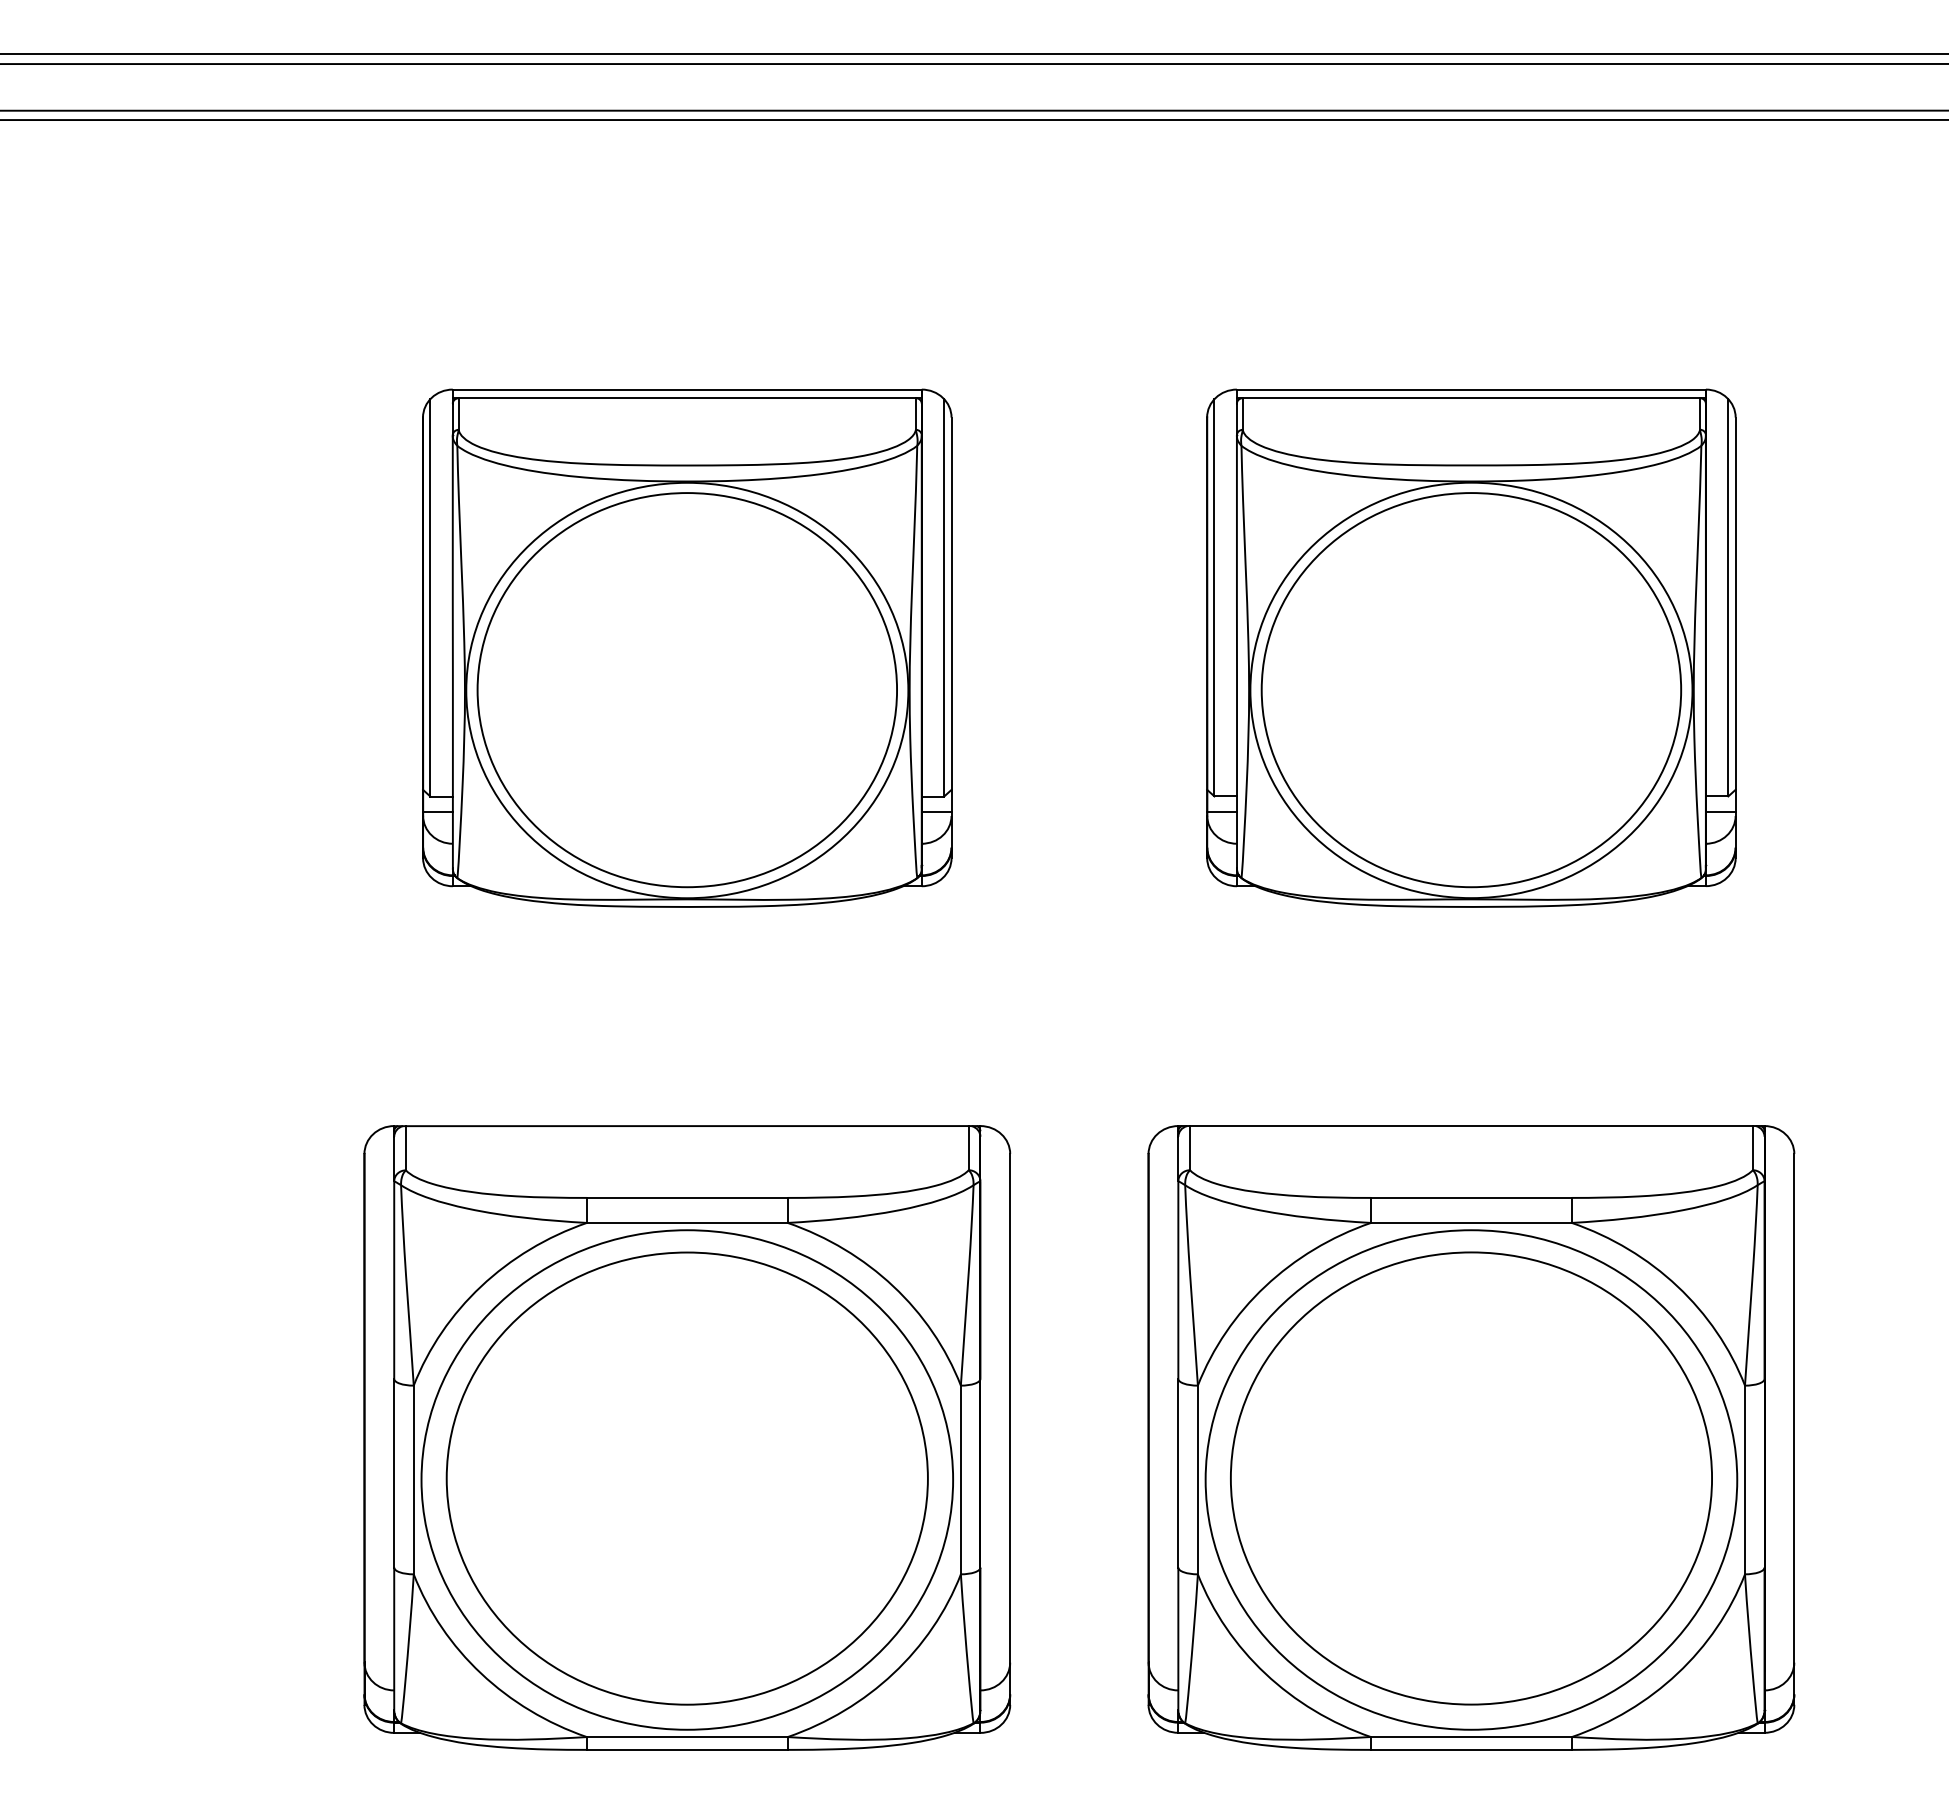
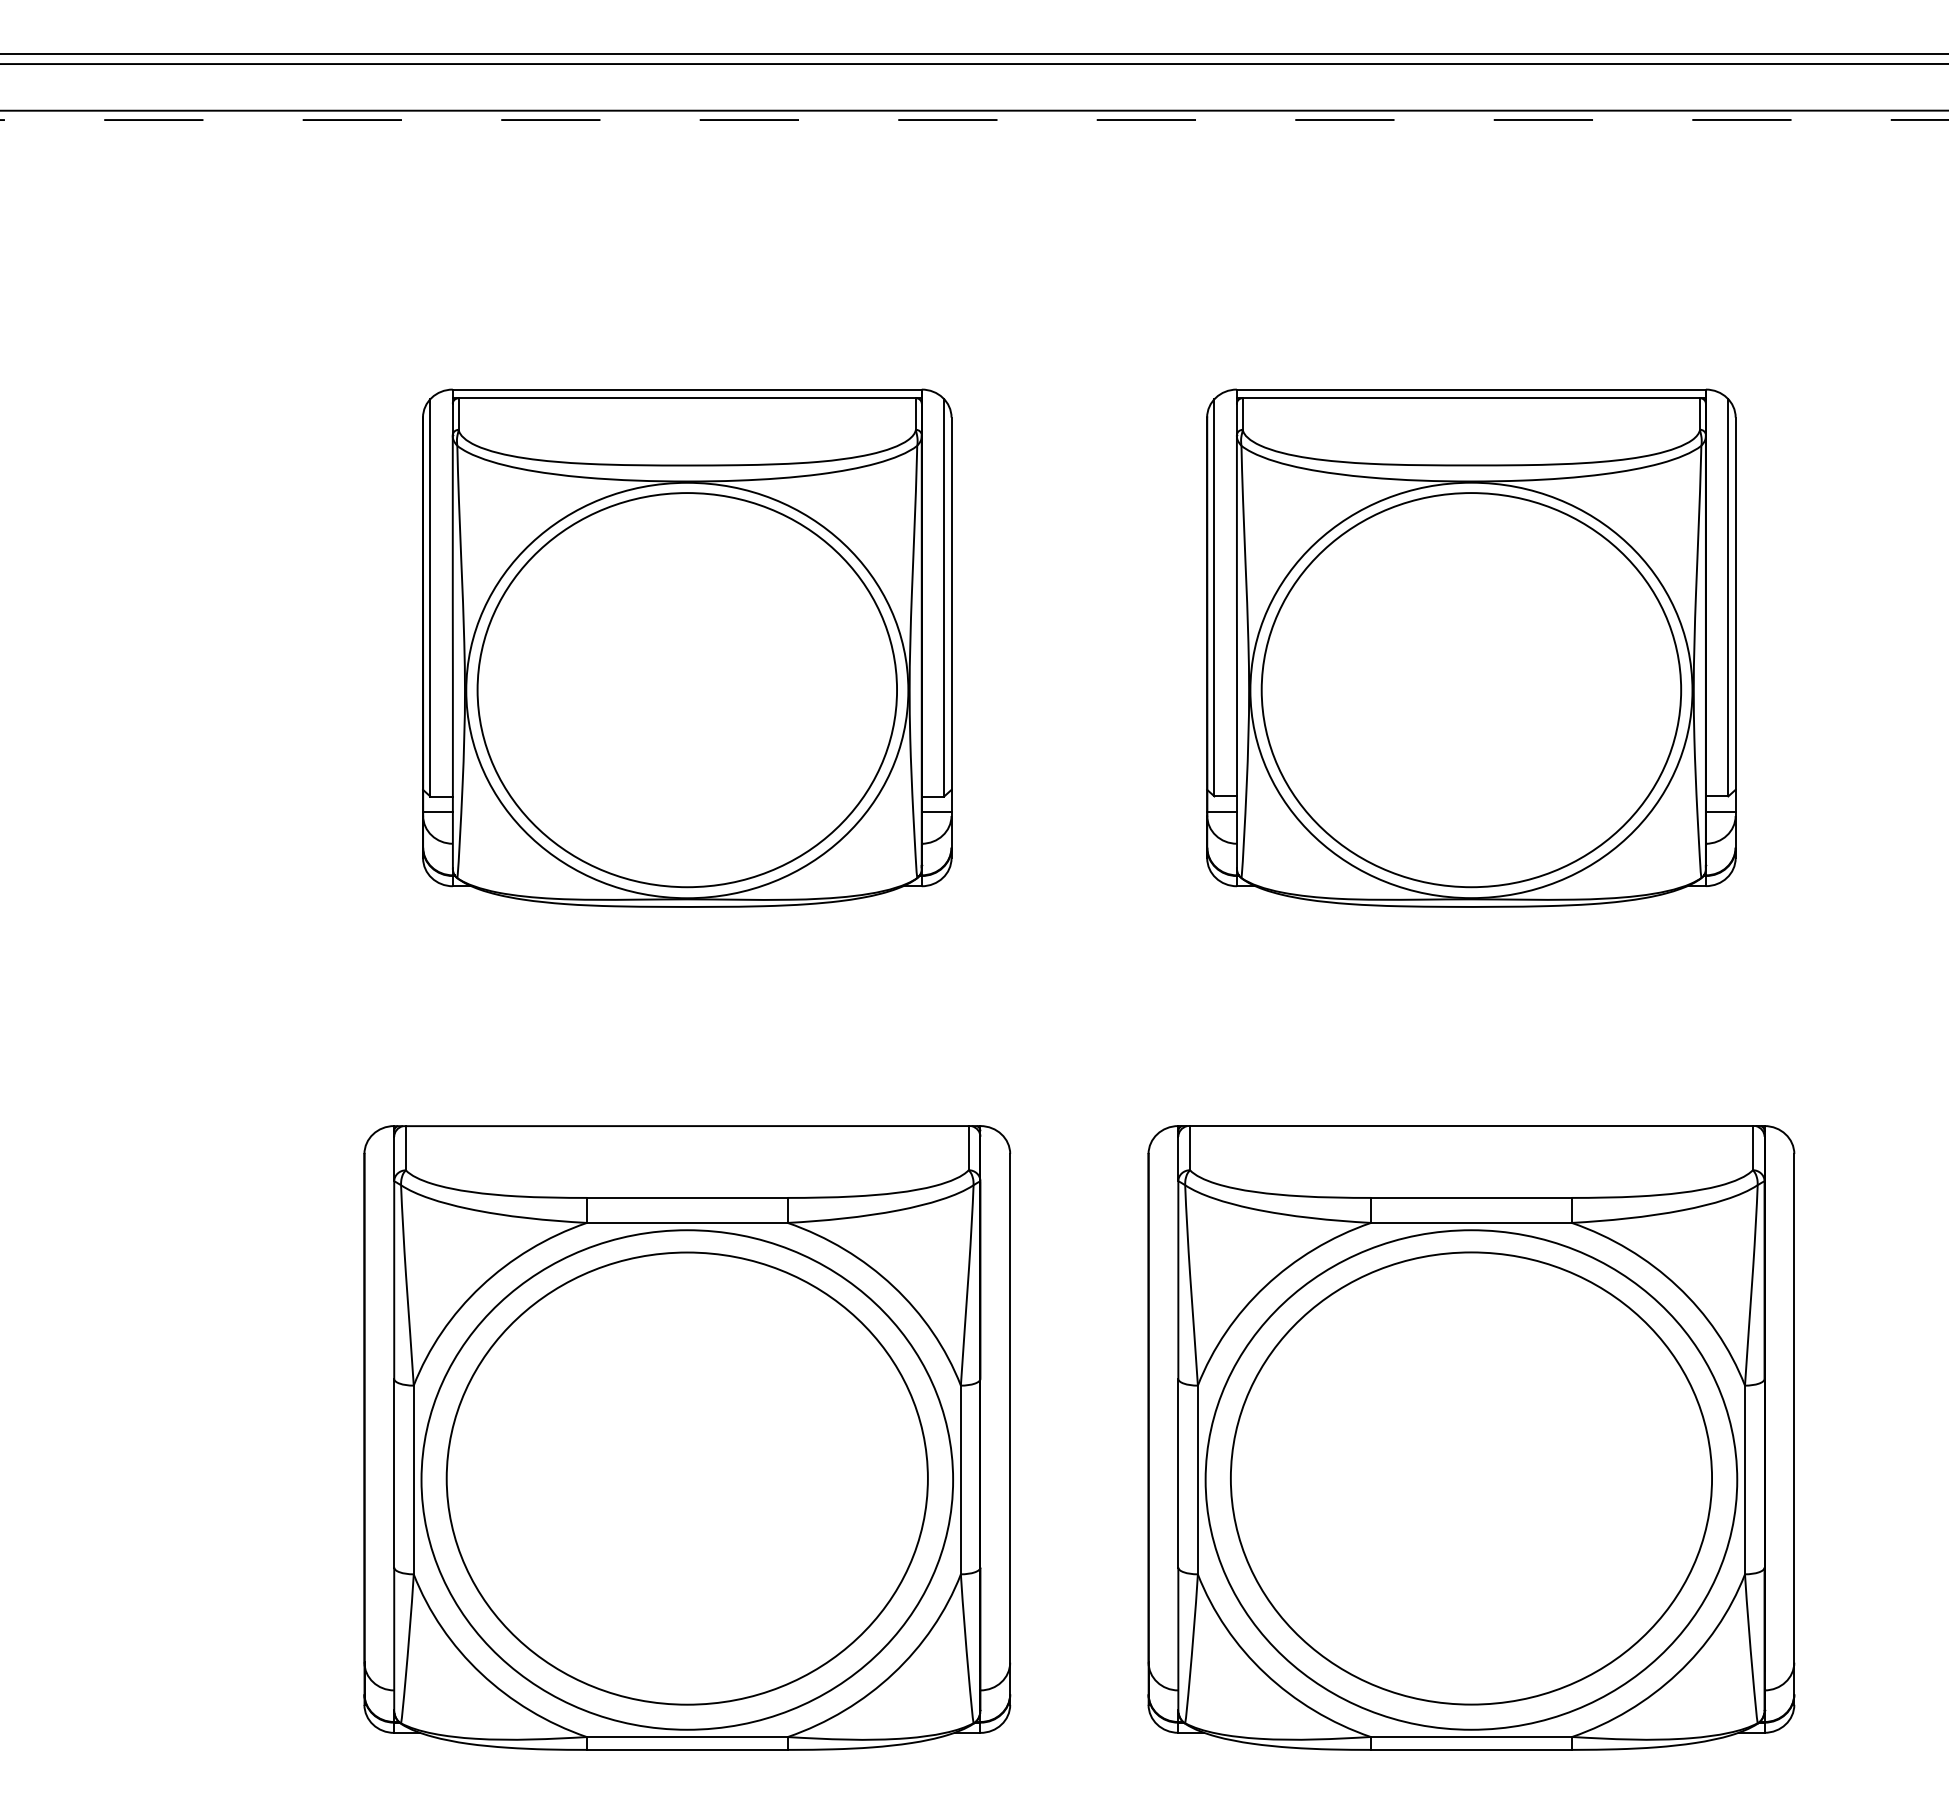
line at (974, 120): solid -> dashed
